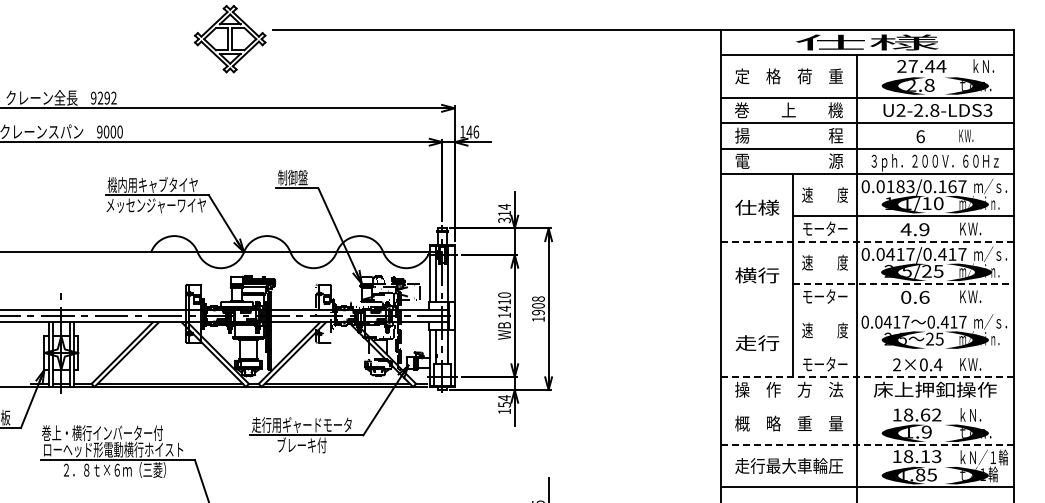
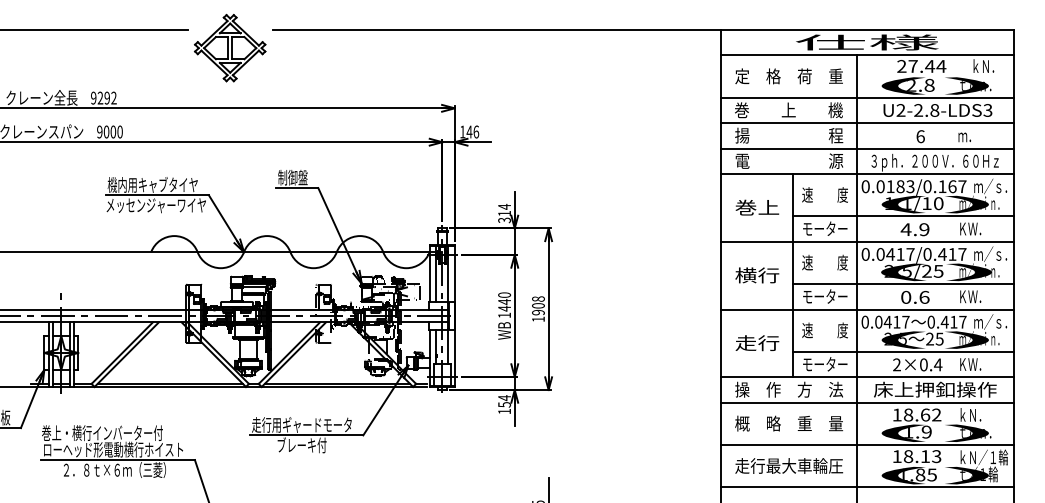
line at (94, 30): none -> present
part at (230, 38) position: (230, 38) -> (230, 47)
text at (965, 135): ＫＷ． -> ｍ．
text at (757, 207): 仕様 -> 巻上
line at (868, 241): dashed -> solid
line at (904, 284): dashed -> solid
text at (504, 301): 1410 -> 1440
line at (867, 309): none -> present
line at (903, 351): none -> present
line at (868, 377): dashed -> solid
line at (867, 402): none -> present
line at (868, 445): dashed -> solid
